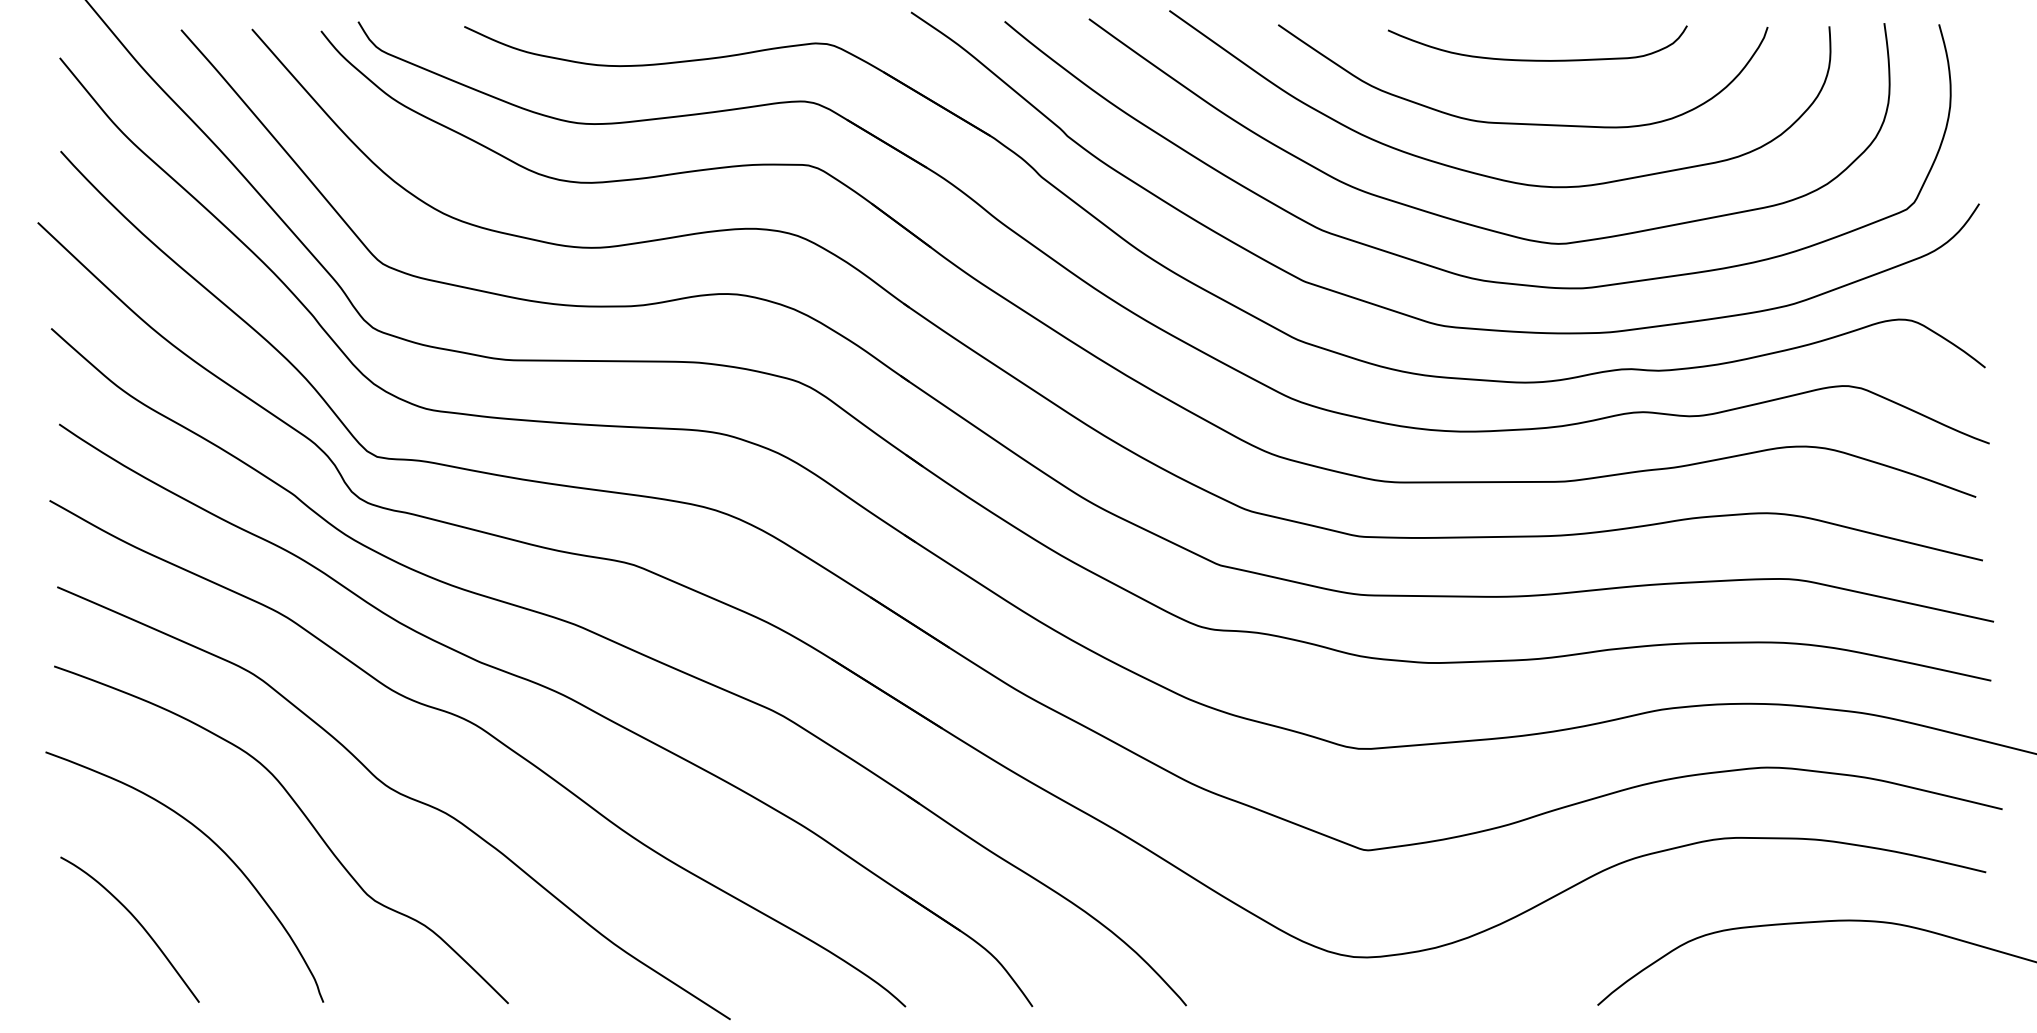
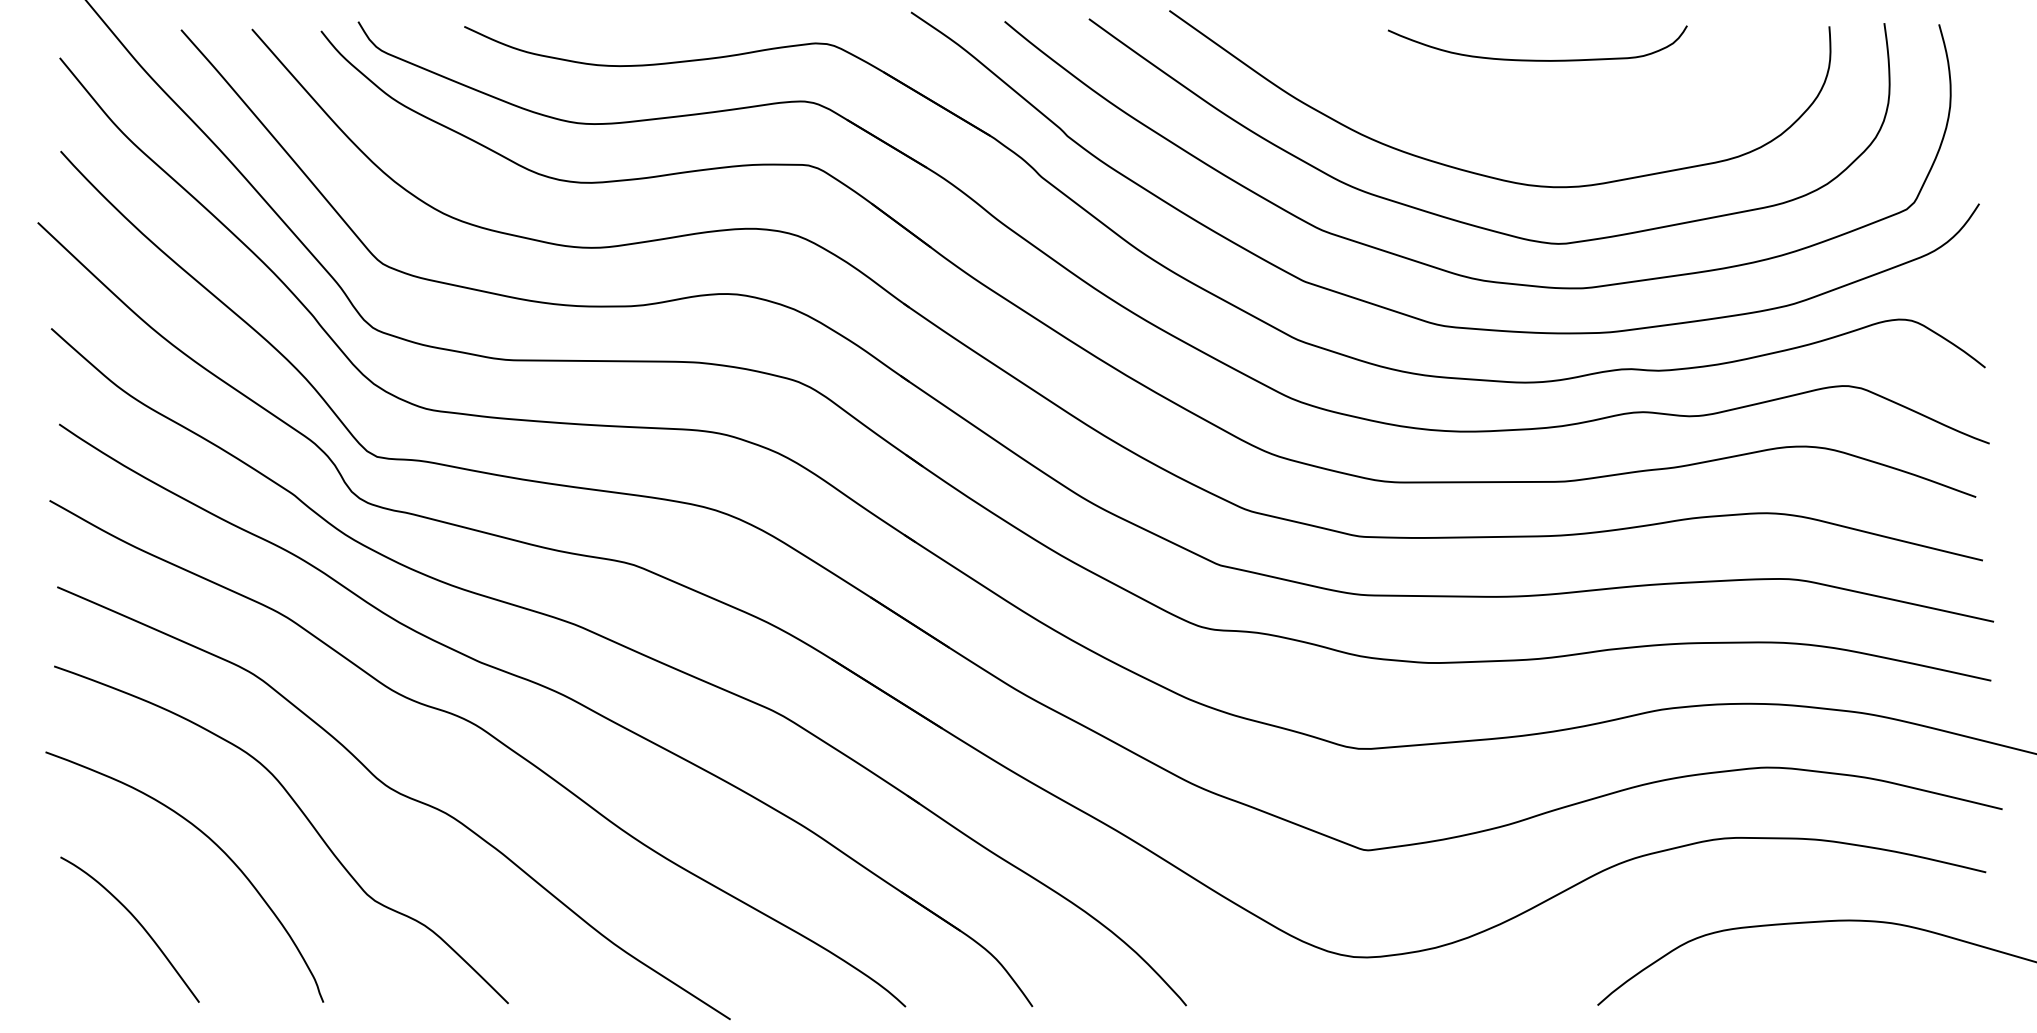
curve at (1517, 122): present -> none
